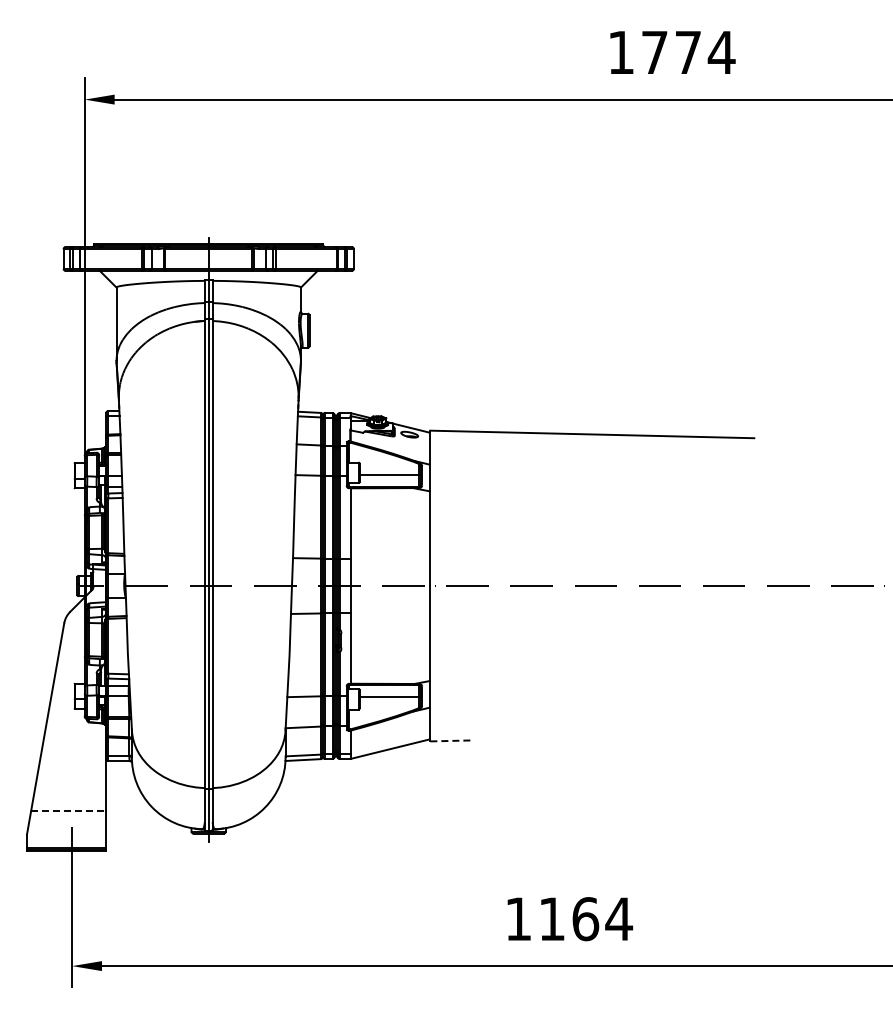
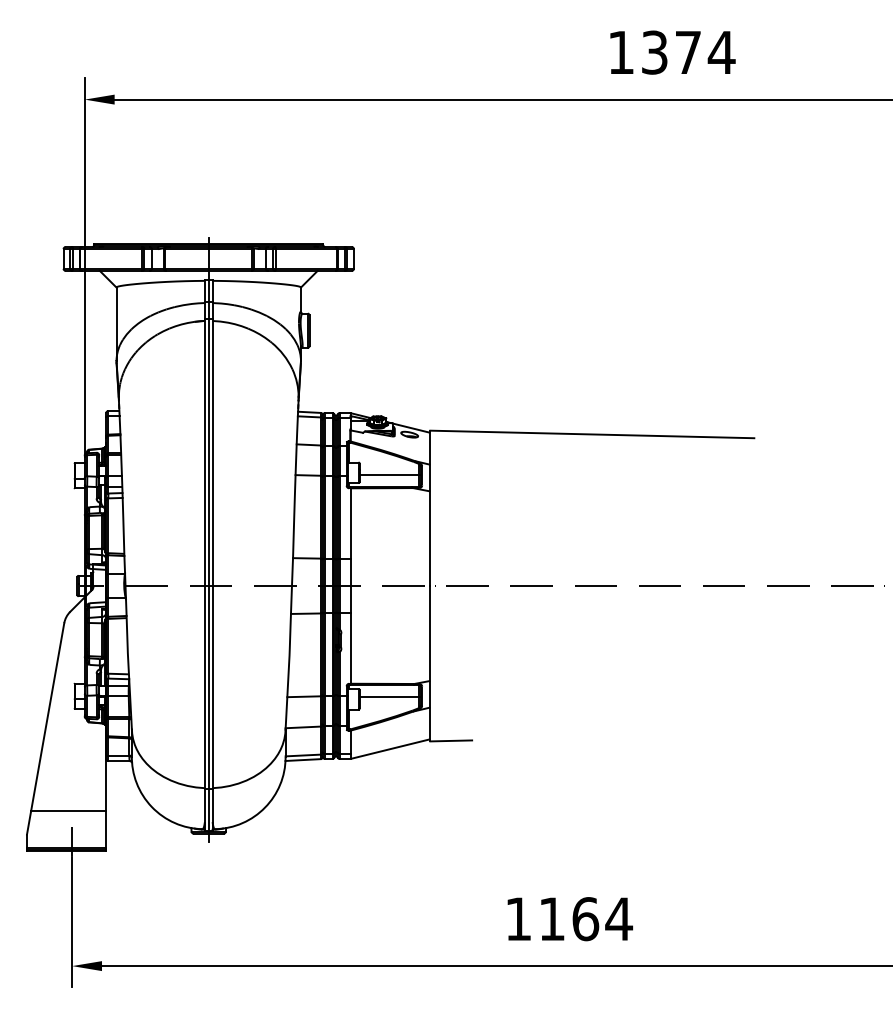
text at (654, 52): 1774 -> 1374
line at (451, 740): dashed -> solid
line at (68, 811): dashed -> solid
